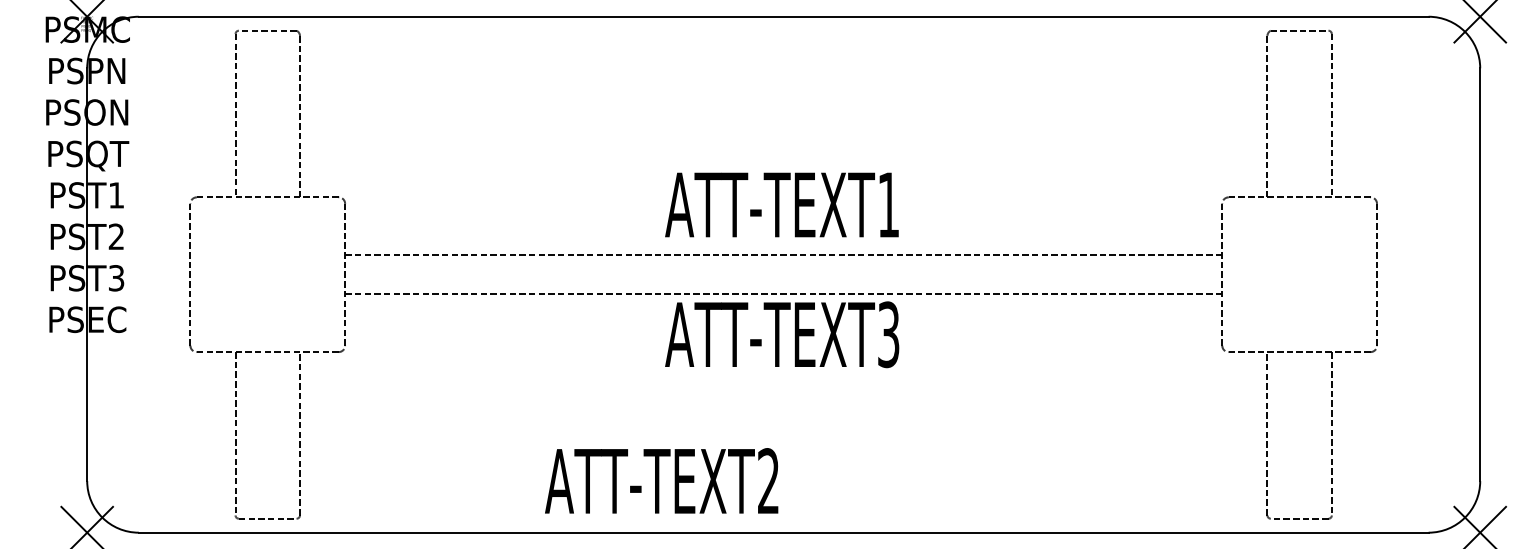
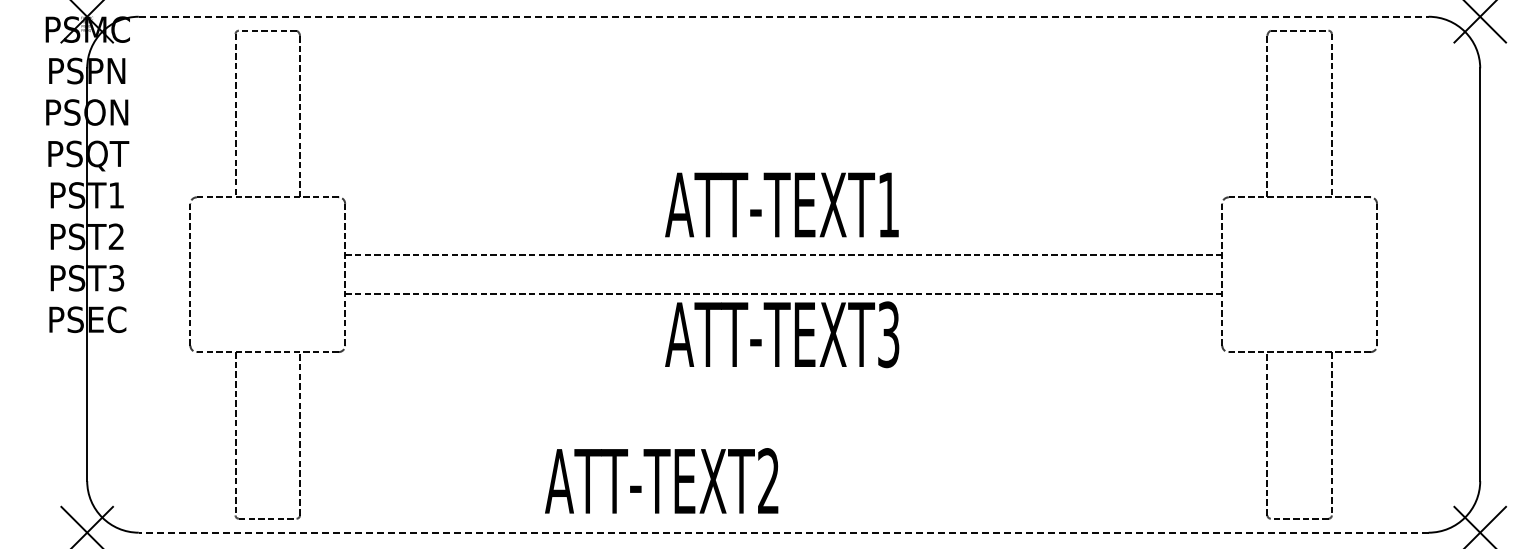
line at (783, 16): solid -> dashed
line at (783, 532): solid -> dashed
